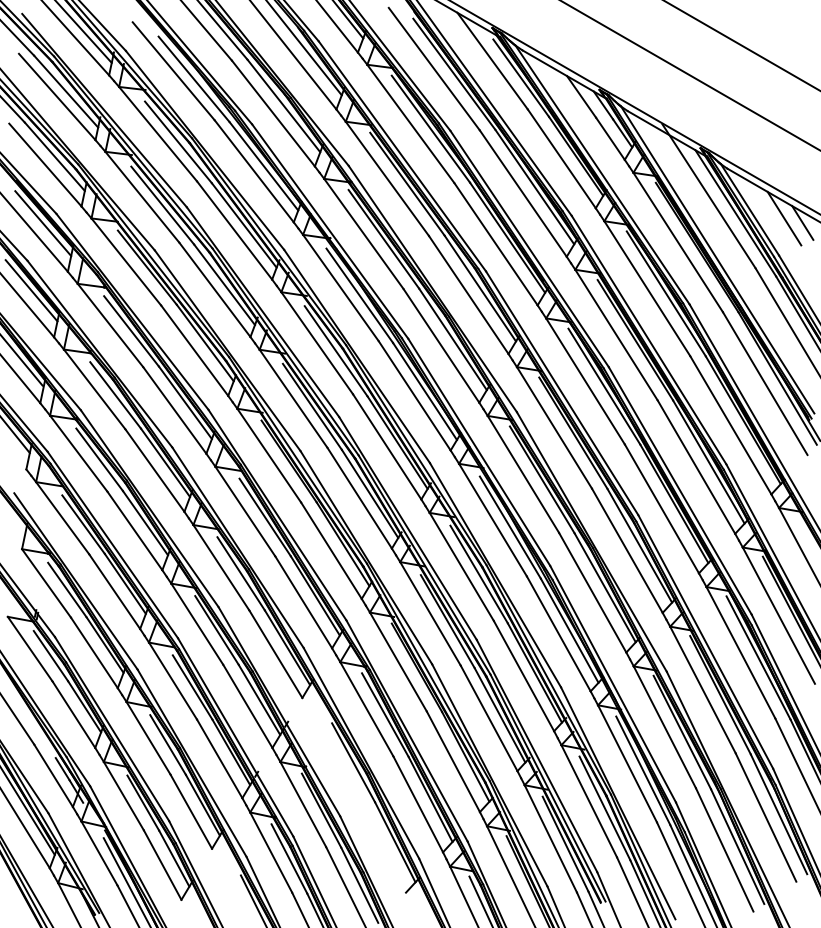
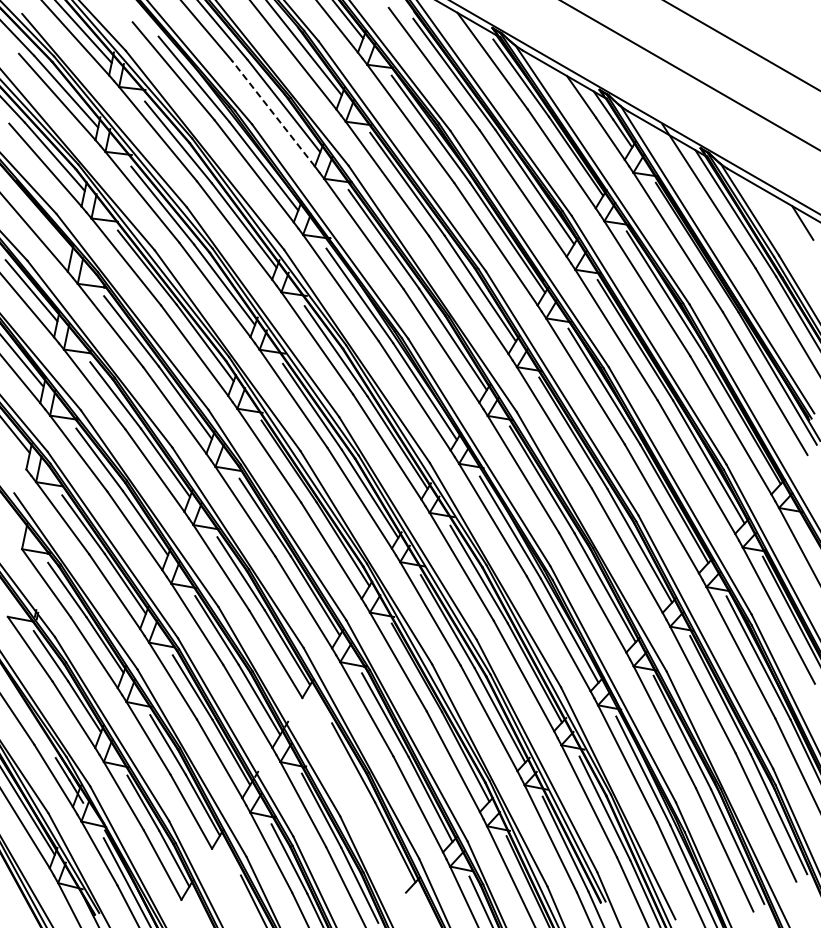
line at (273, 113): solid -> dashed
line at (784, 218): present -> none
line at (43, 223): present -> none
